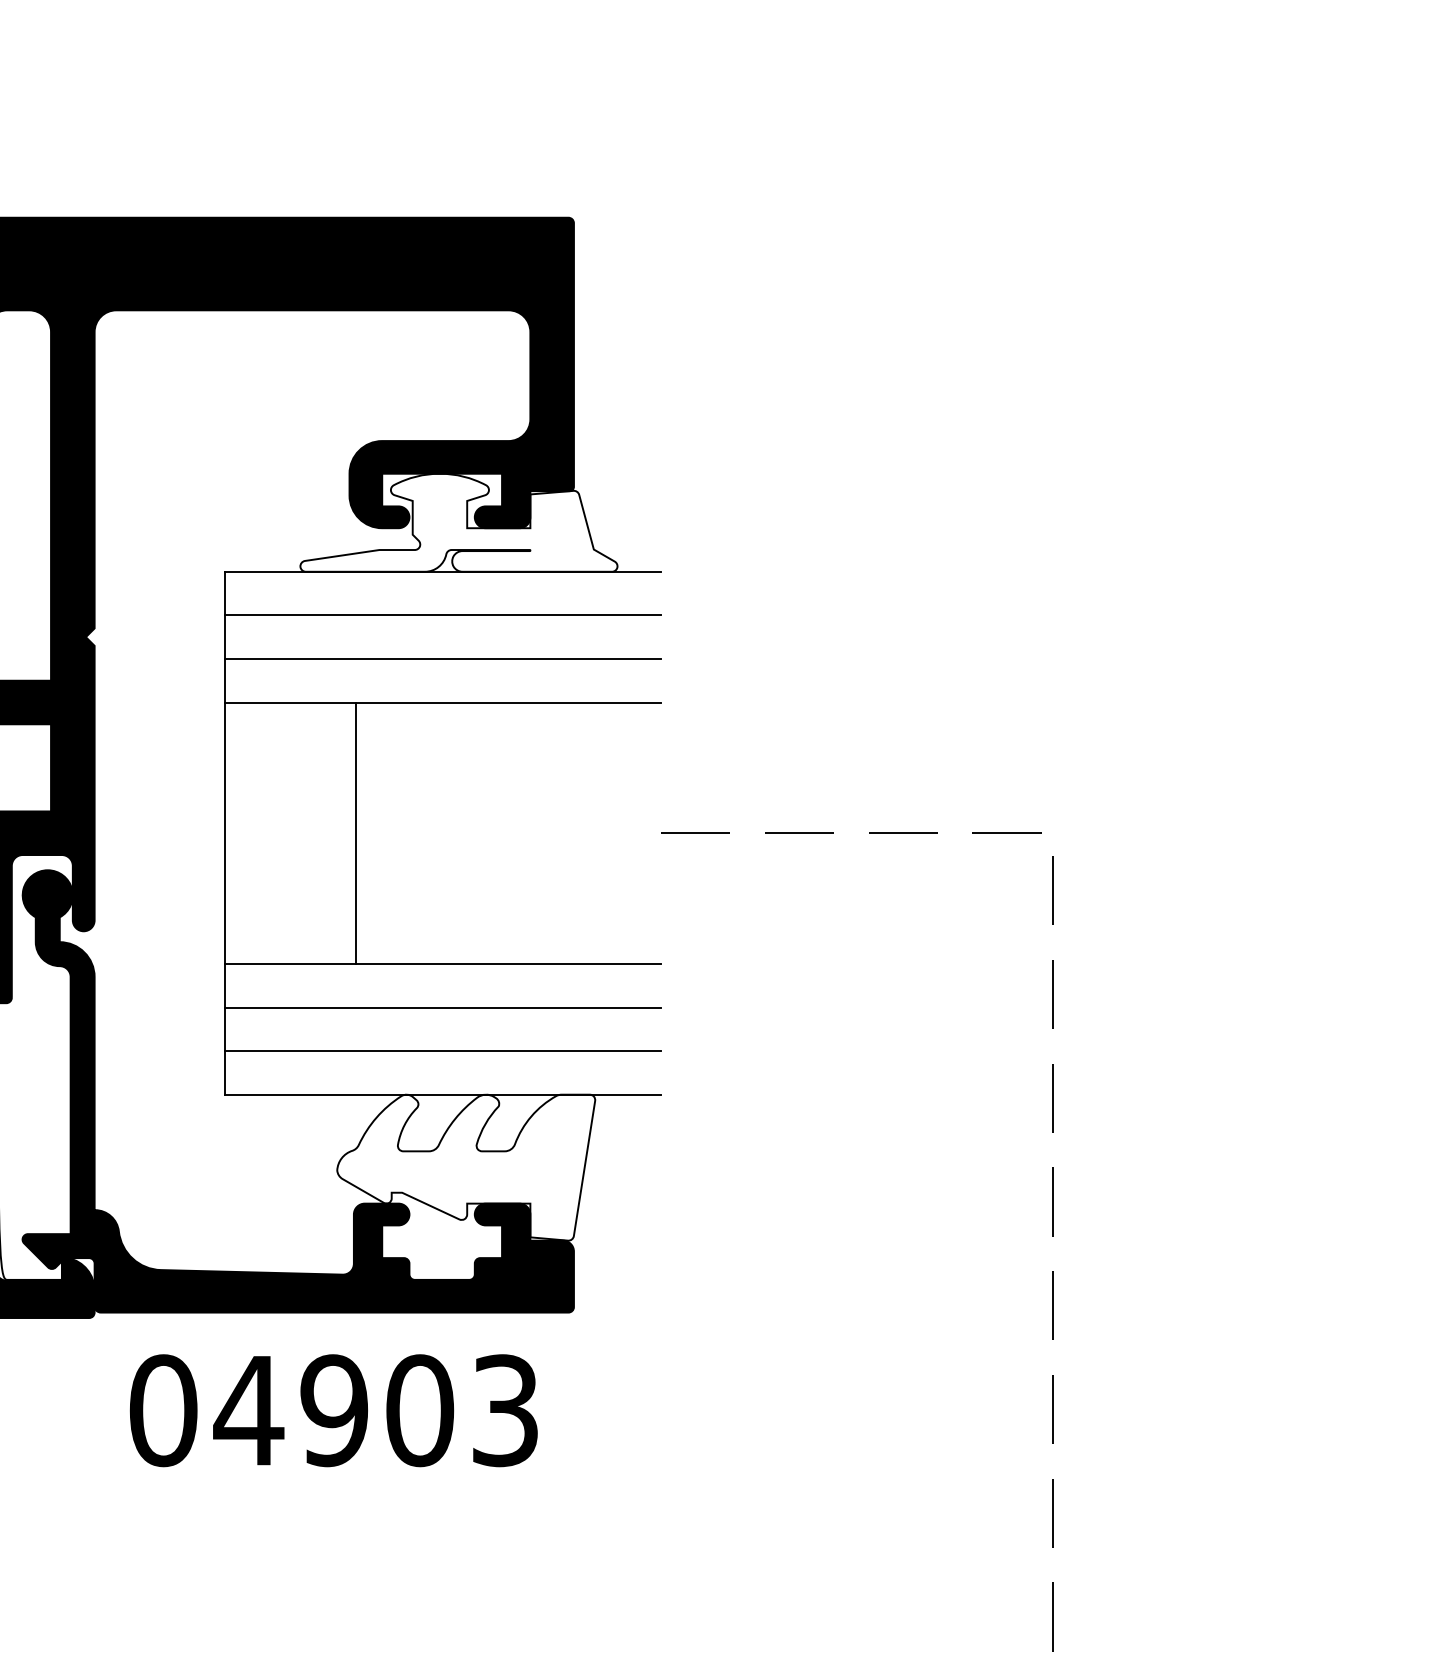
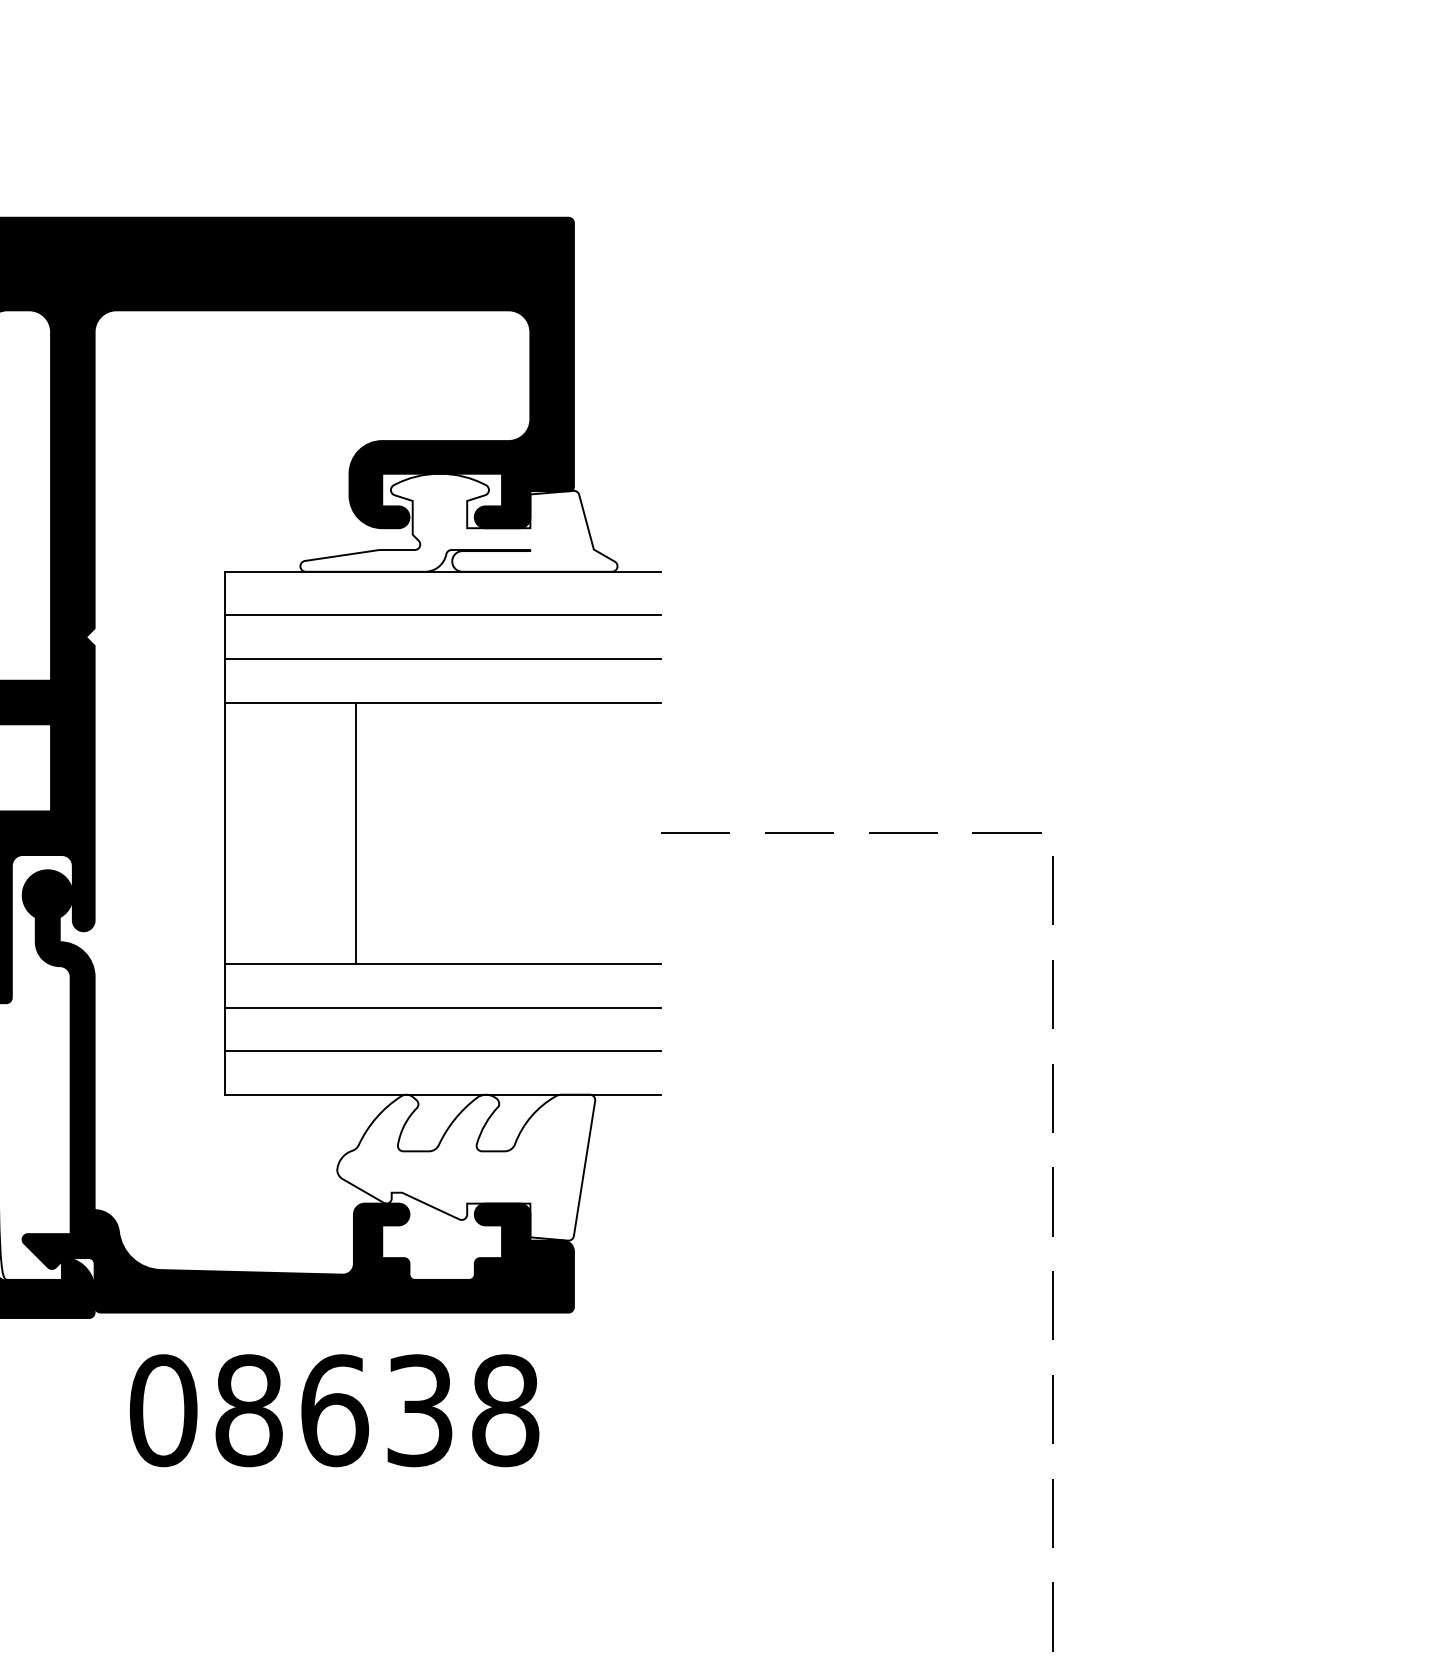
text at (376, 1410): 04903 -> 08638
